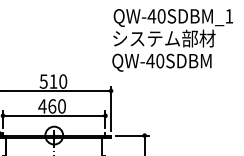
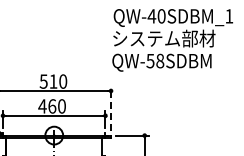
text at (155, 61): QW-40SDBM -> QW-58SDBM
line at (111, 108): solid -> dashed
